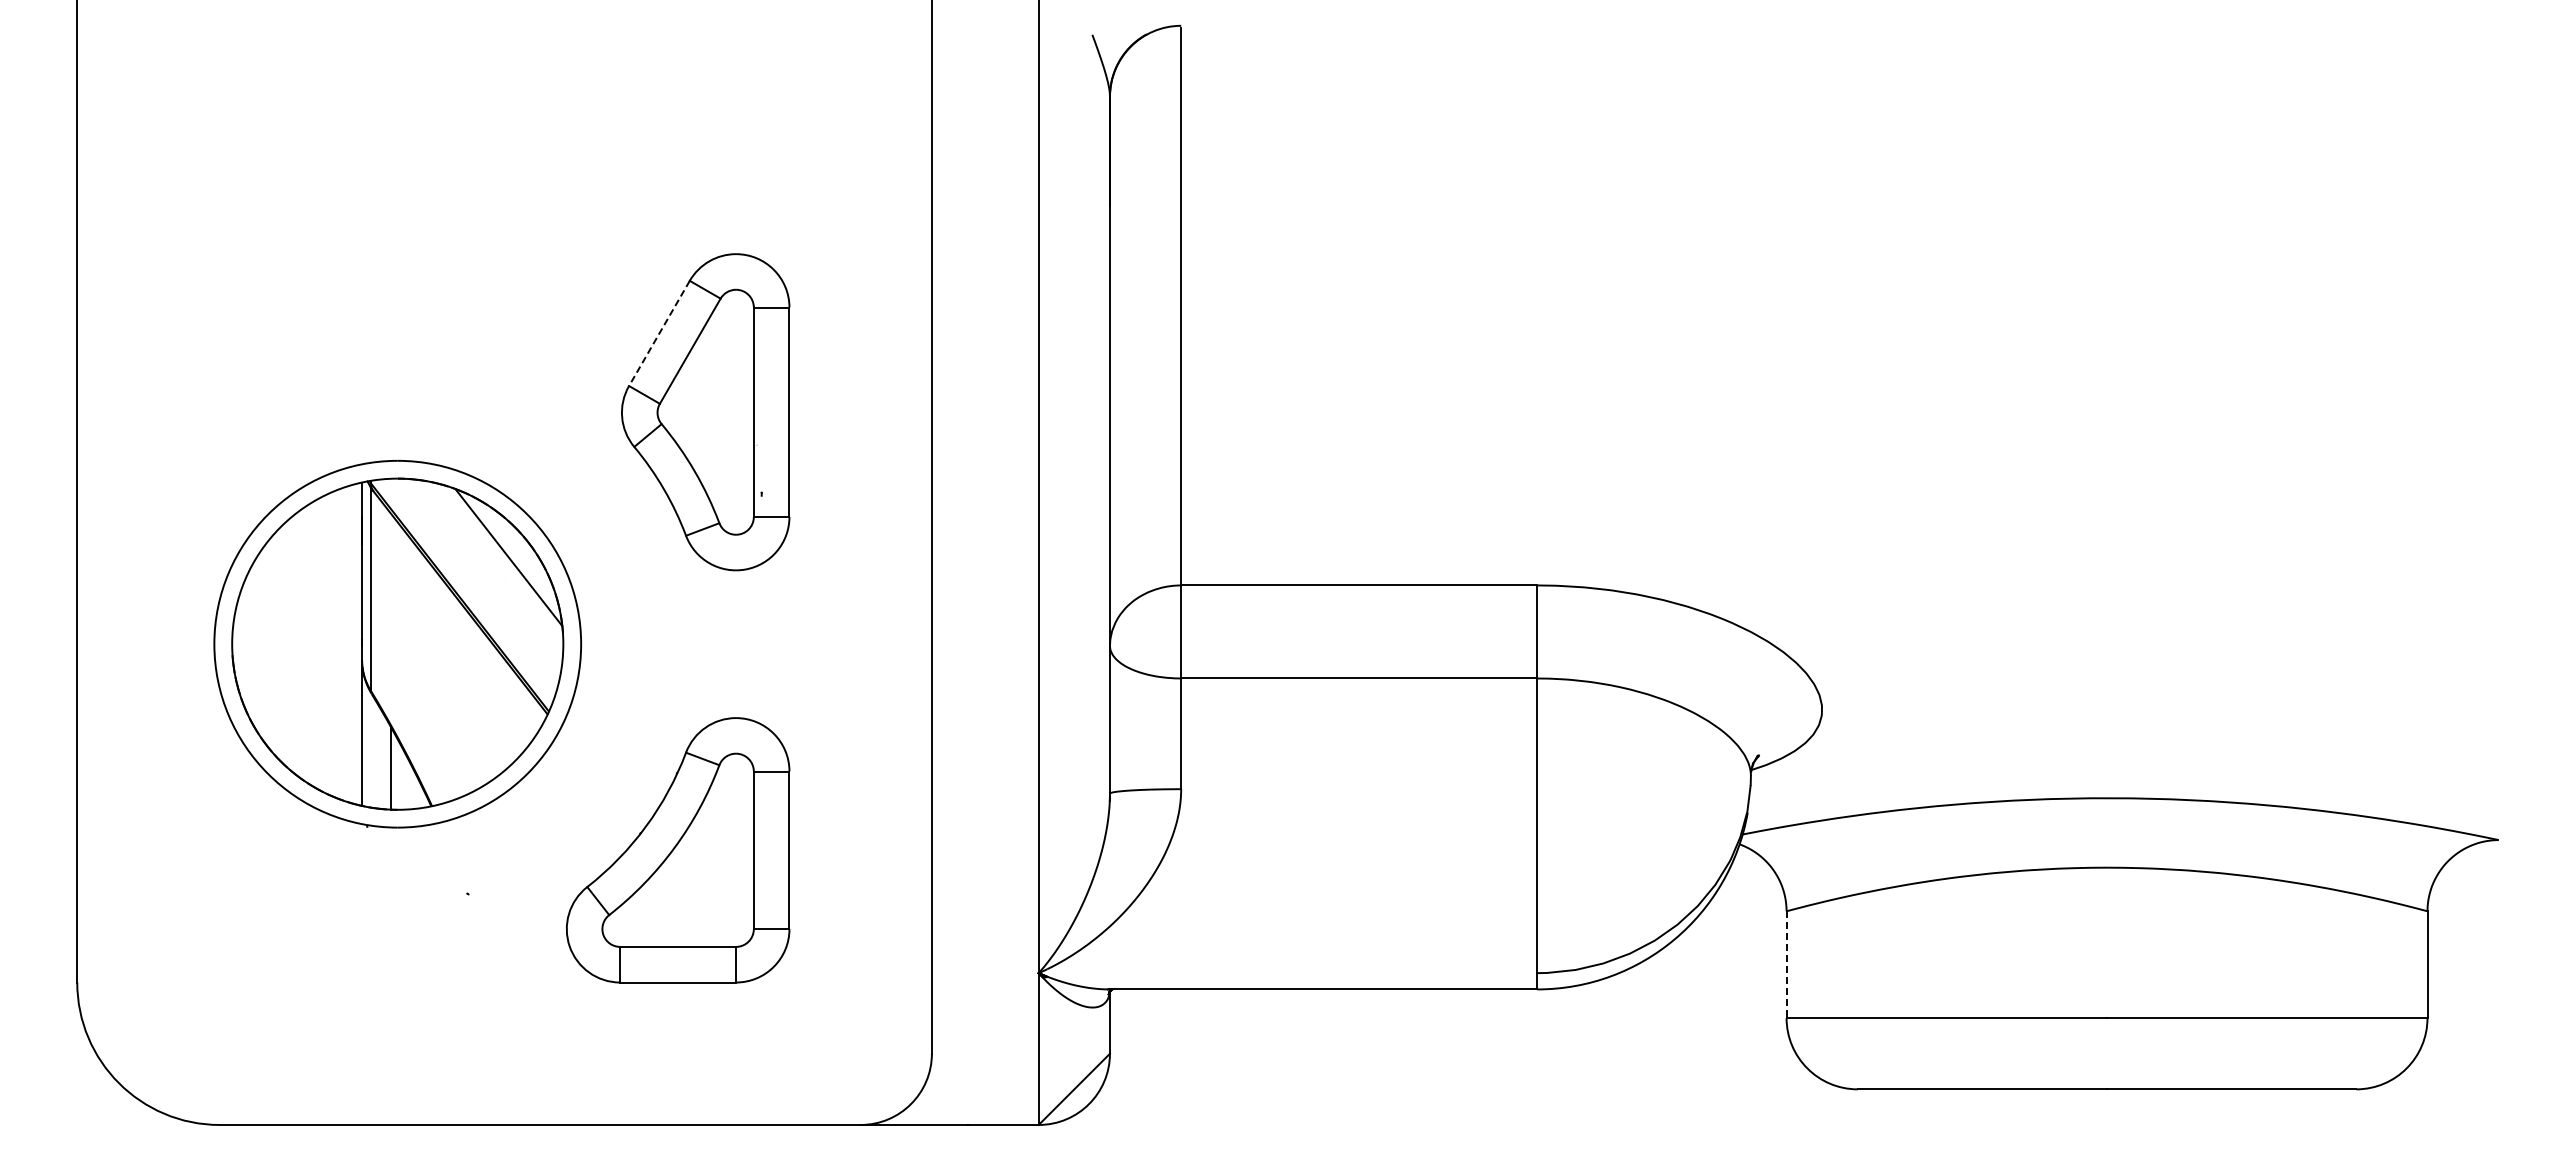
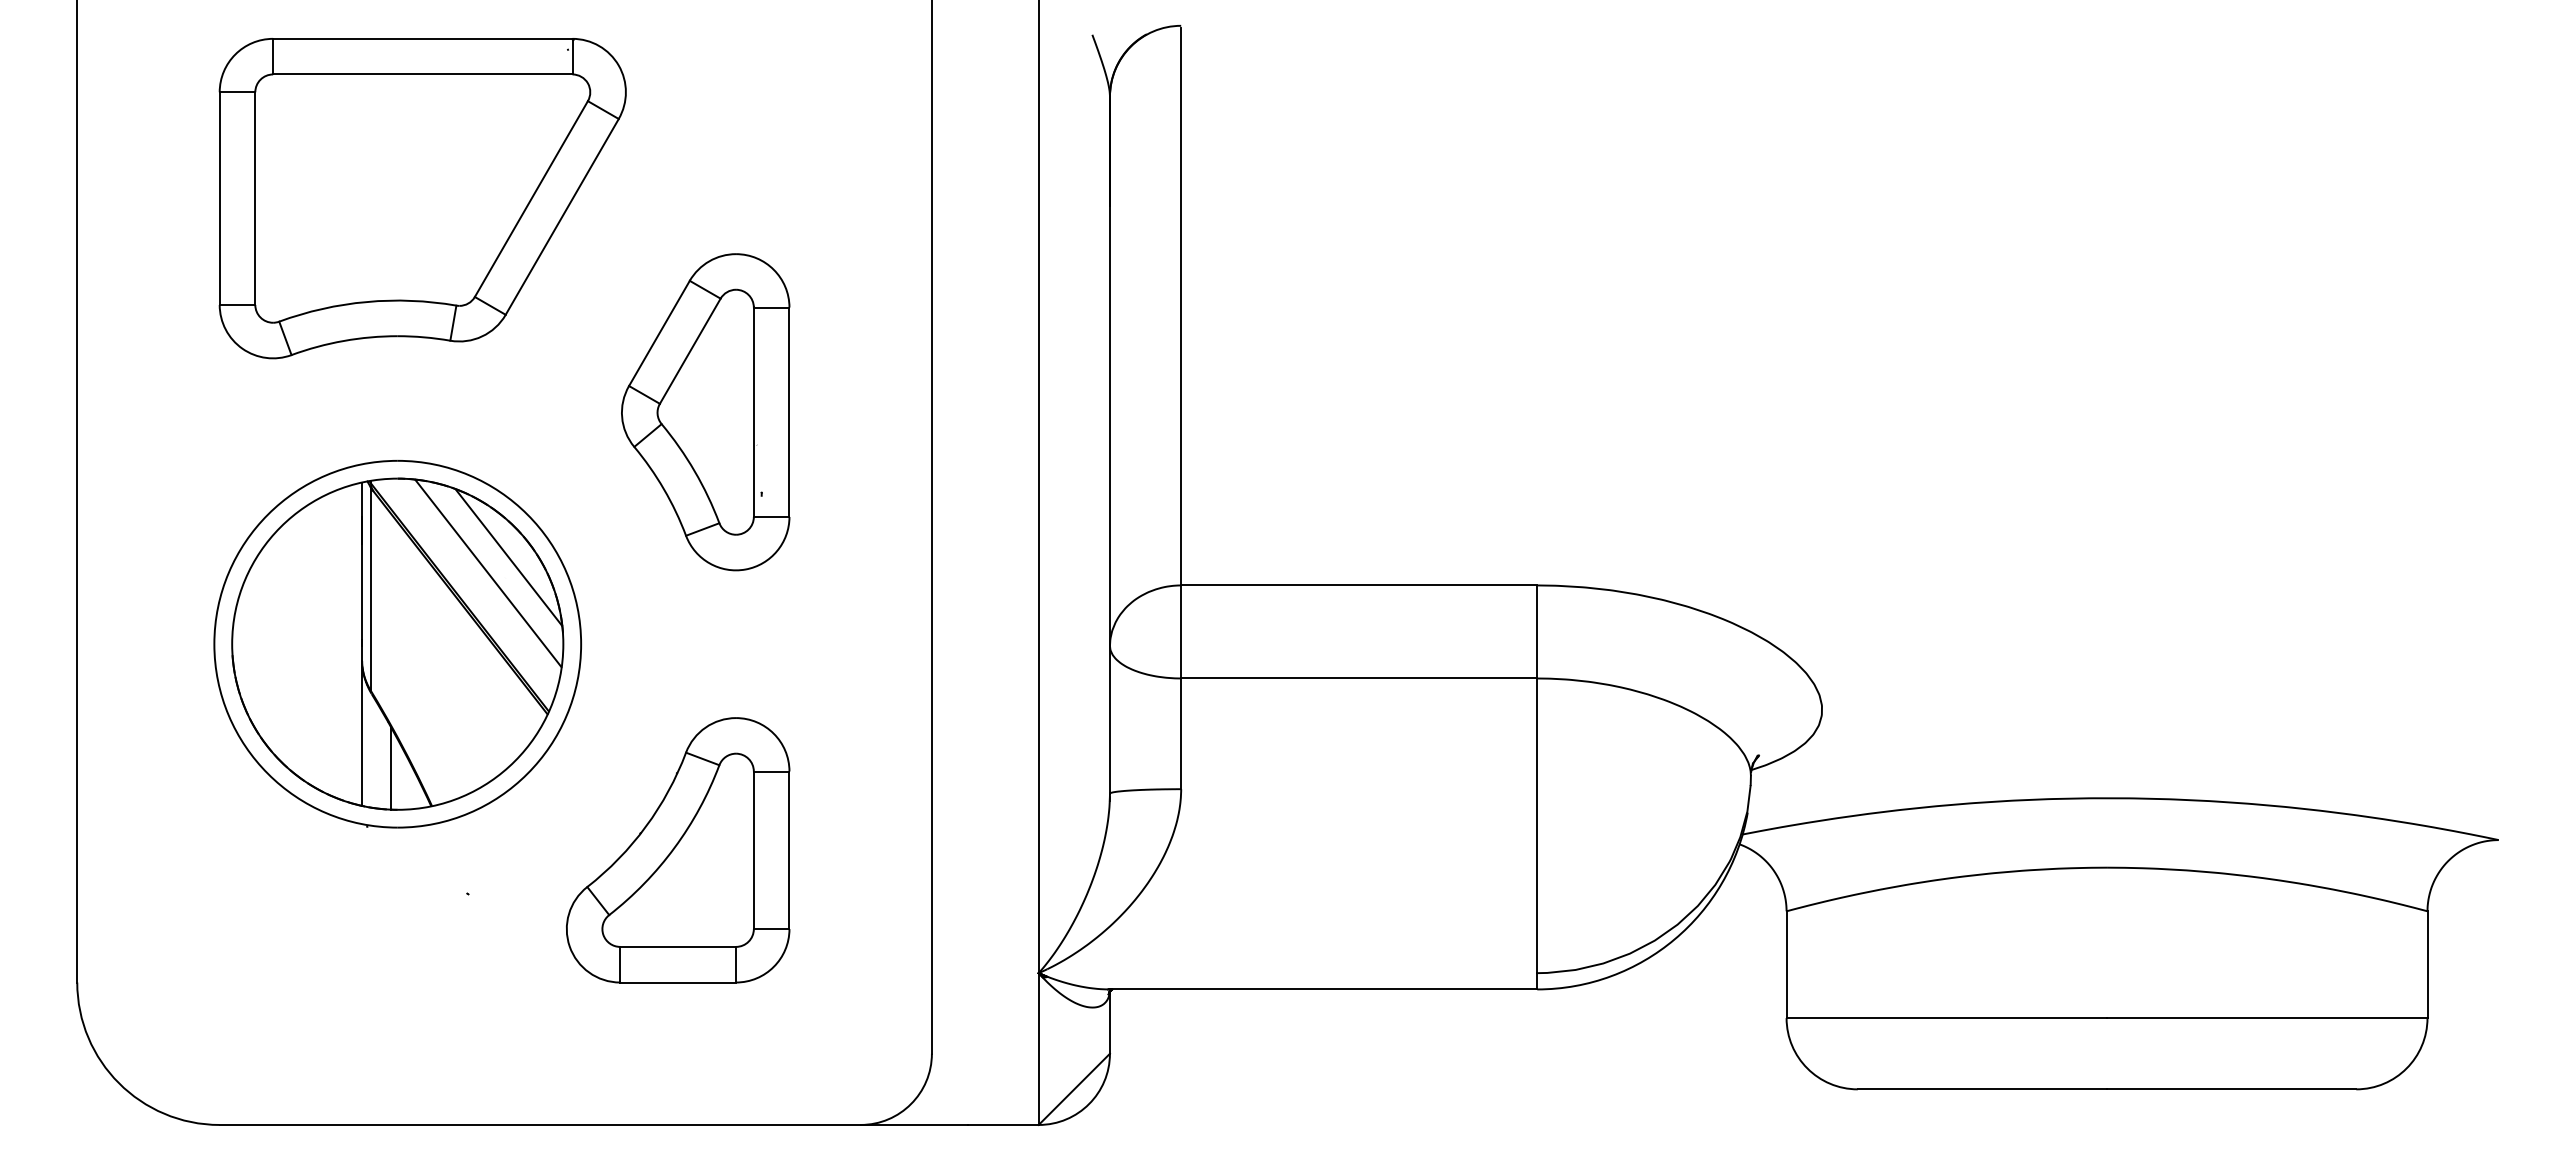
part at (422, 198): none -> present
line at (659, 333): dashed -> solid
line at (488, 573): none -> present
line at (1786, 965): dashed -> solid
